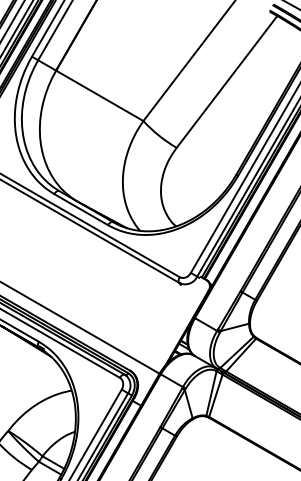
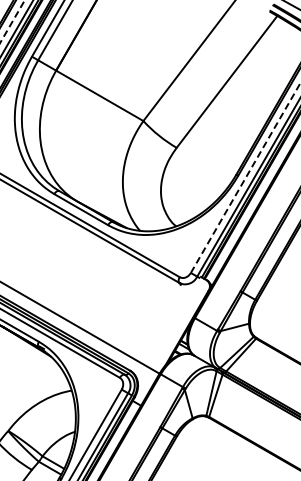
line at (12, 21): solid -> dashed
line at (245, 177): solid -> dashed
